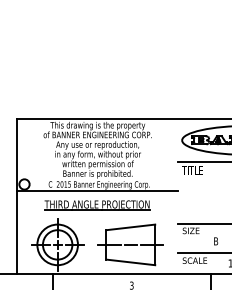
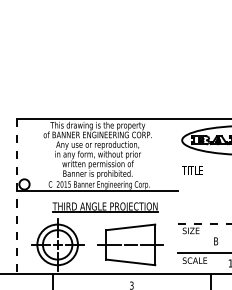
line at (203, 162): present -> none
line at (17, 196): solid -> dashed
part at (97, 205) position: (97, 205) -> (105, 207)
line at (205, 223): solid -> dashed
